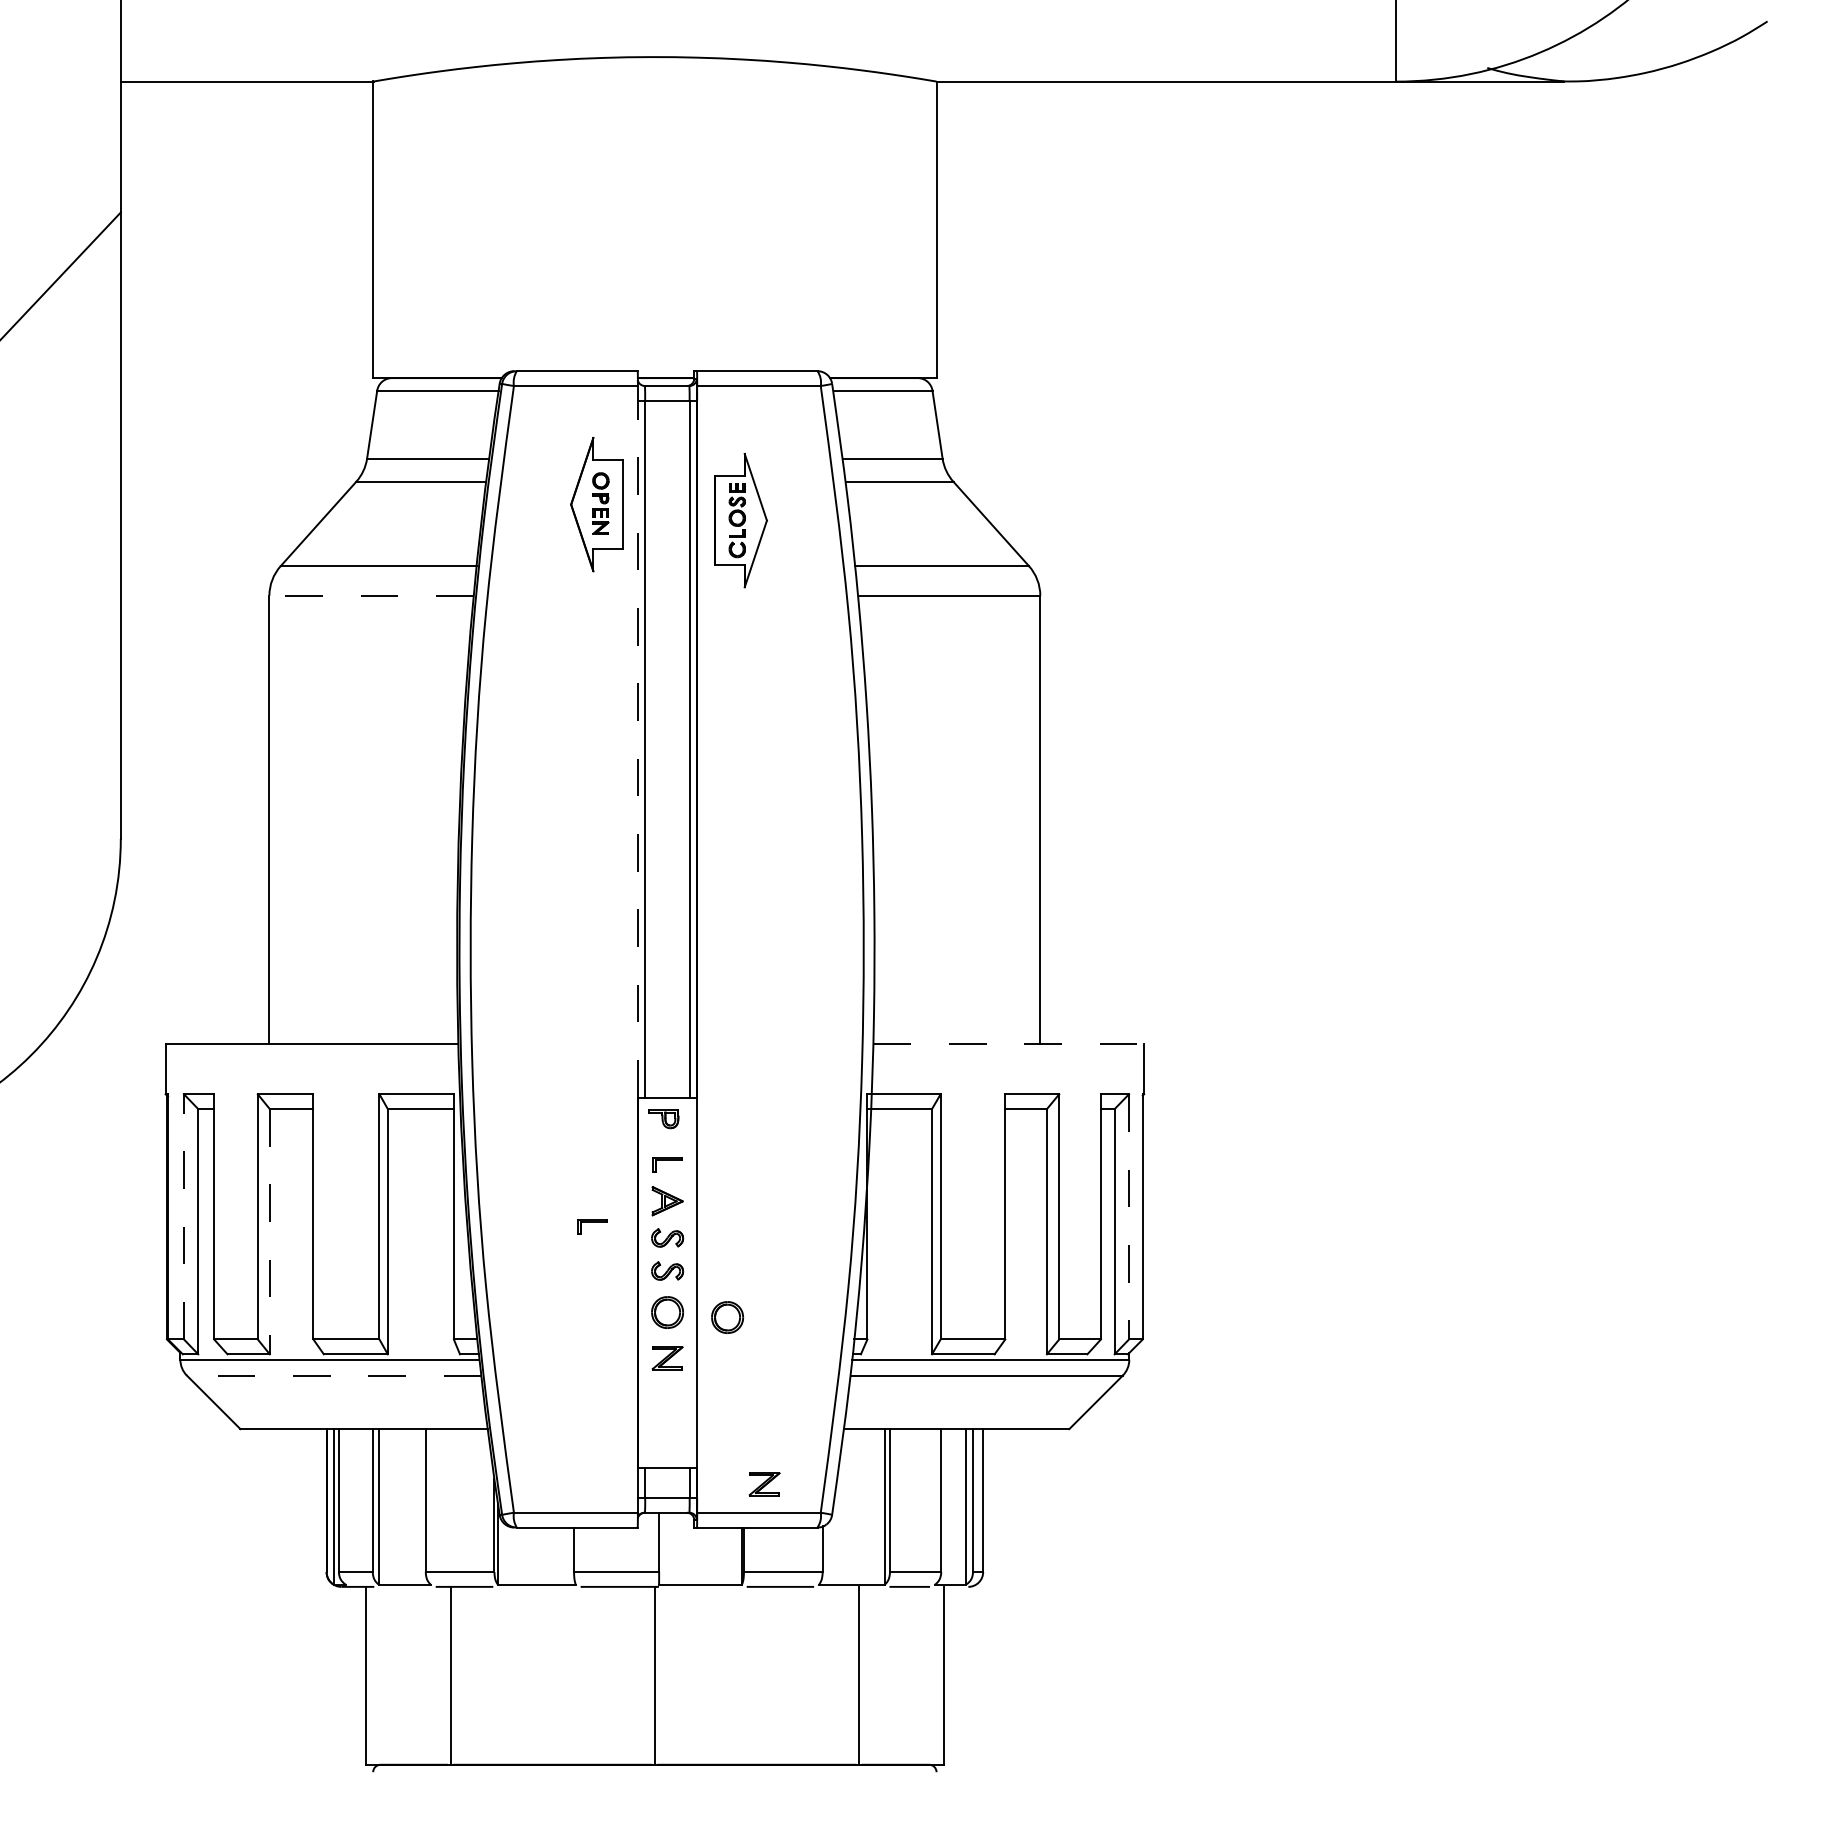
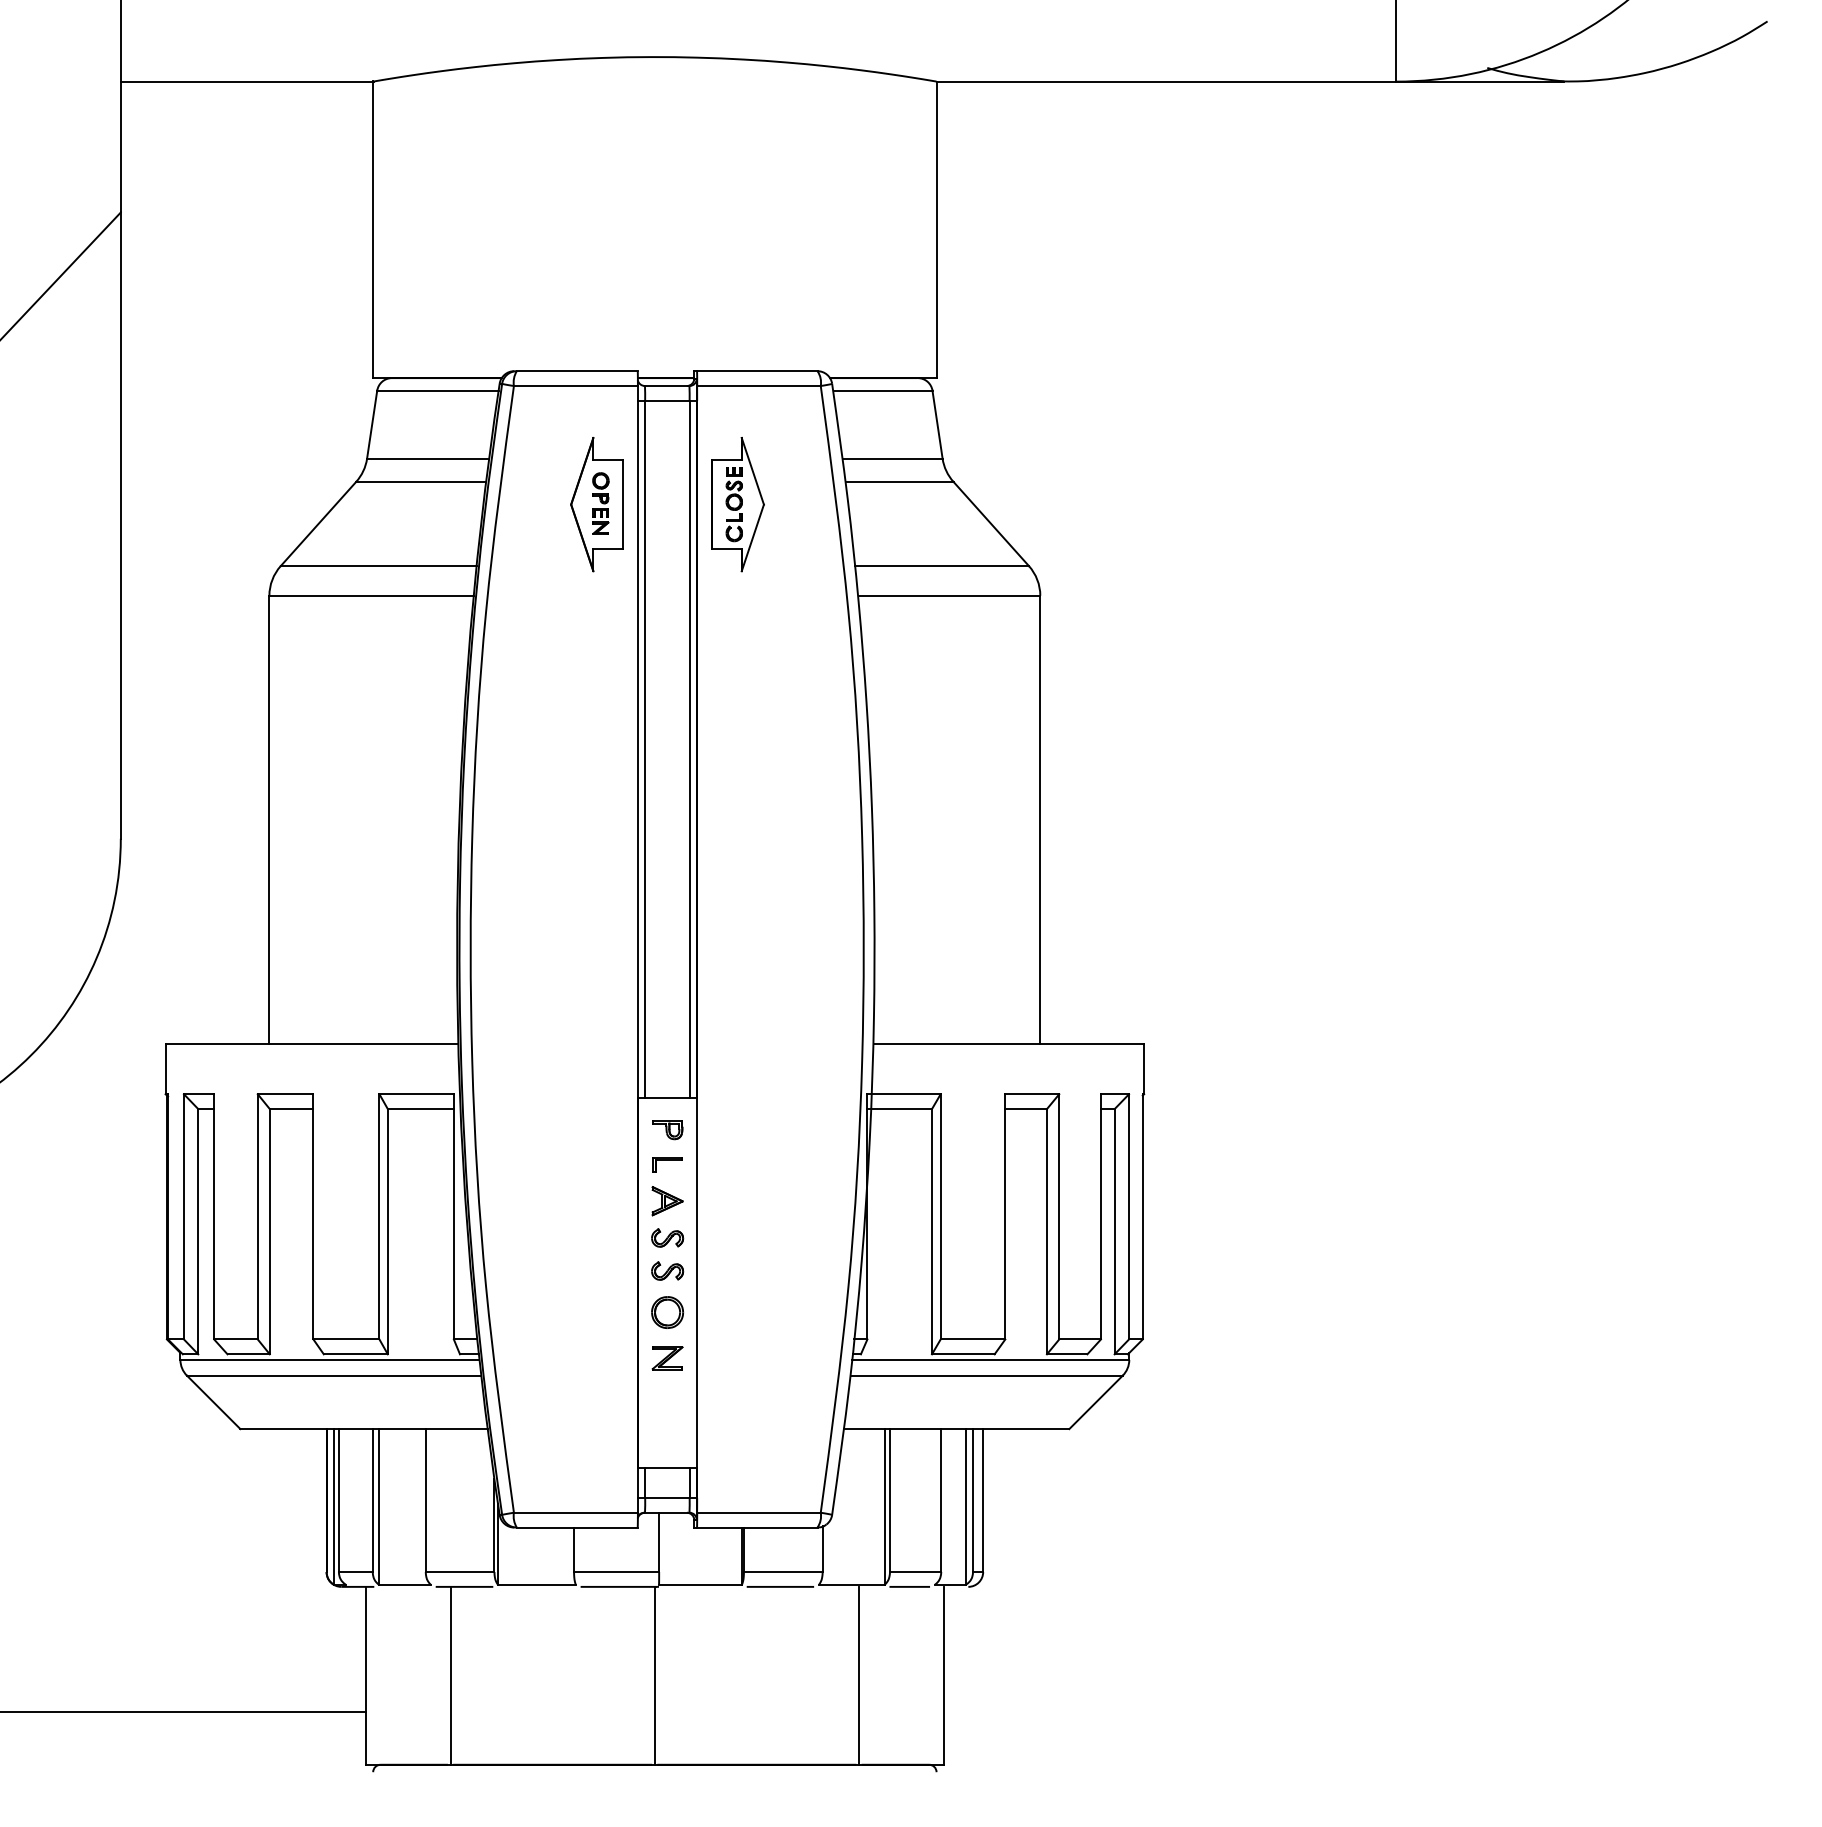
part at (740, 520) position: (740, 520) -> (737, 504)
line at (371, 595): dashed -> solid
line at (637, 741): dashed -> solid
line at (1009, 1043): dashed -> solid
part at (663, 1119) position: (663, 1119) -> (667, 1130)
line at (184, 1216): dashed -> solid
line at (1129, 1216): dashed -> solid
part at (592, 1226): present -> none
line at (269, 1231): dashed -> solid
part at (727, 1317): present -> none
line at (333, 1375): dashed -> solid
part at (764, 1484): present -> none
line at (184, 1712): none -> present
